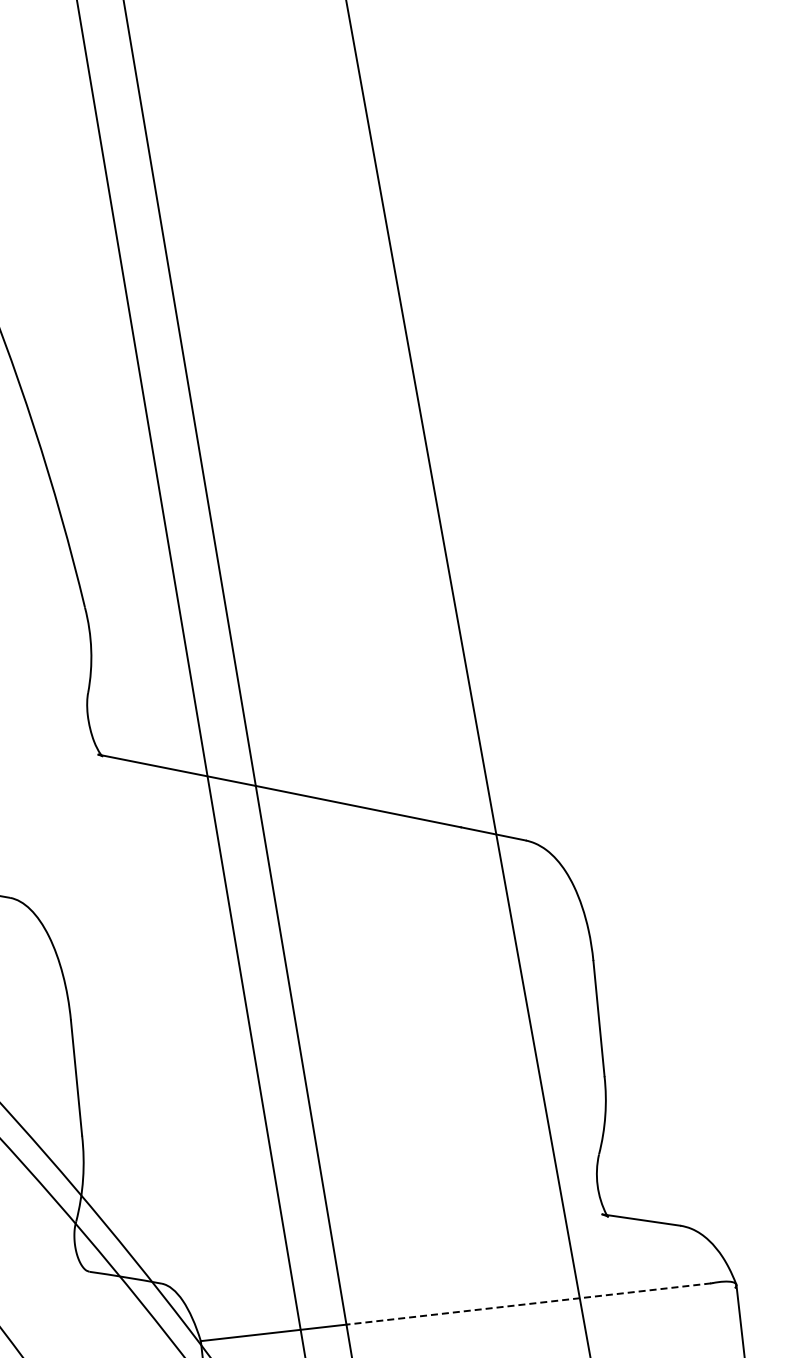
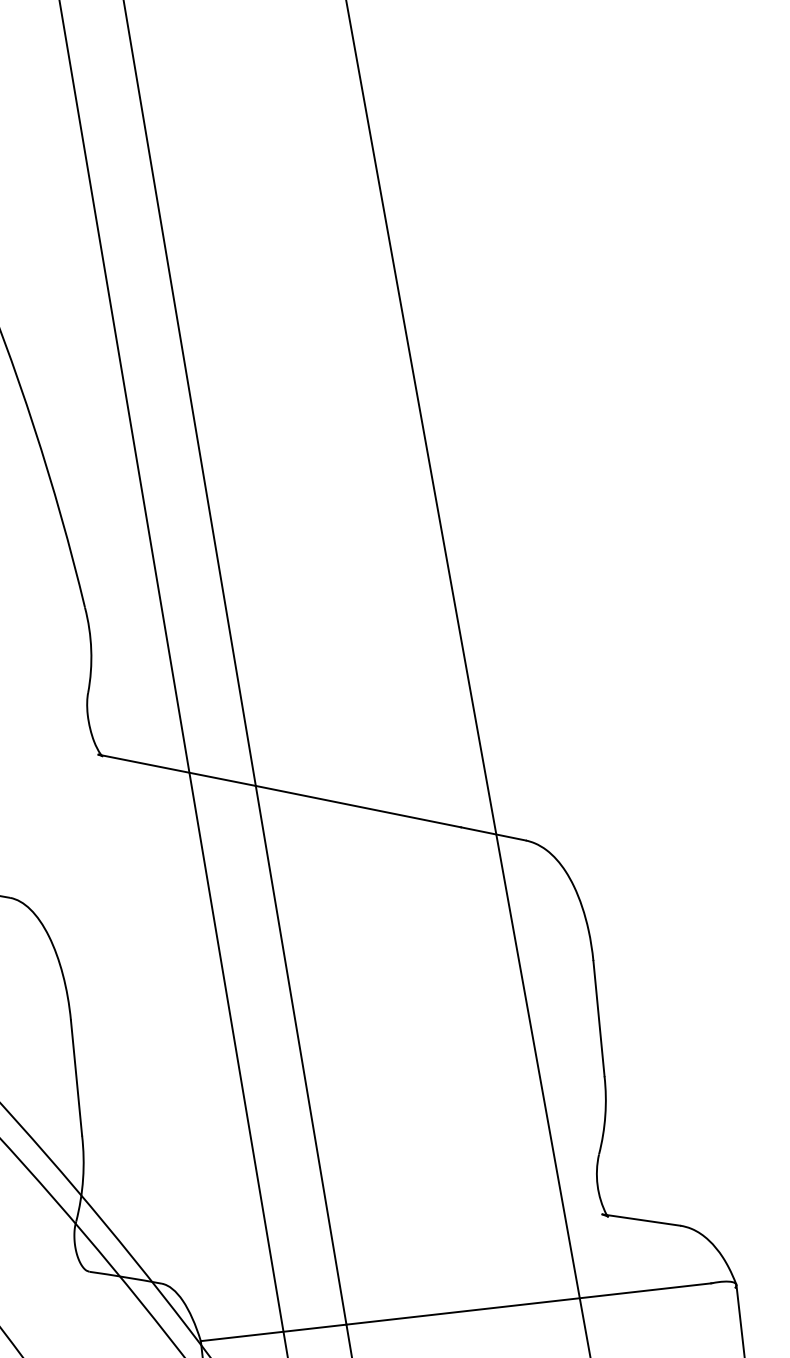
line at (190, 678) position: (190, 678) -> (173, 678)
line at (528, 1304): dashed -> solid
